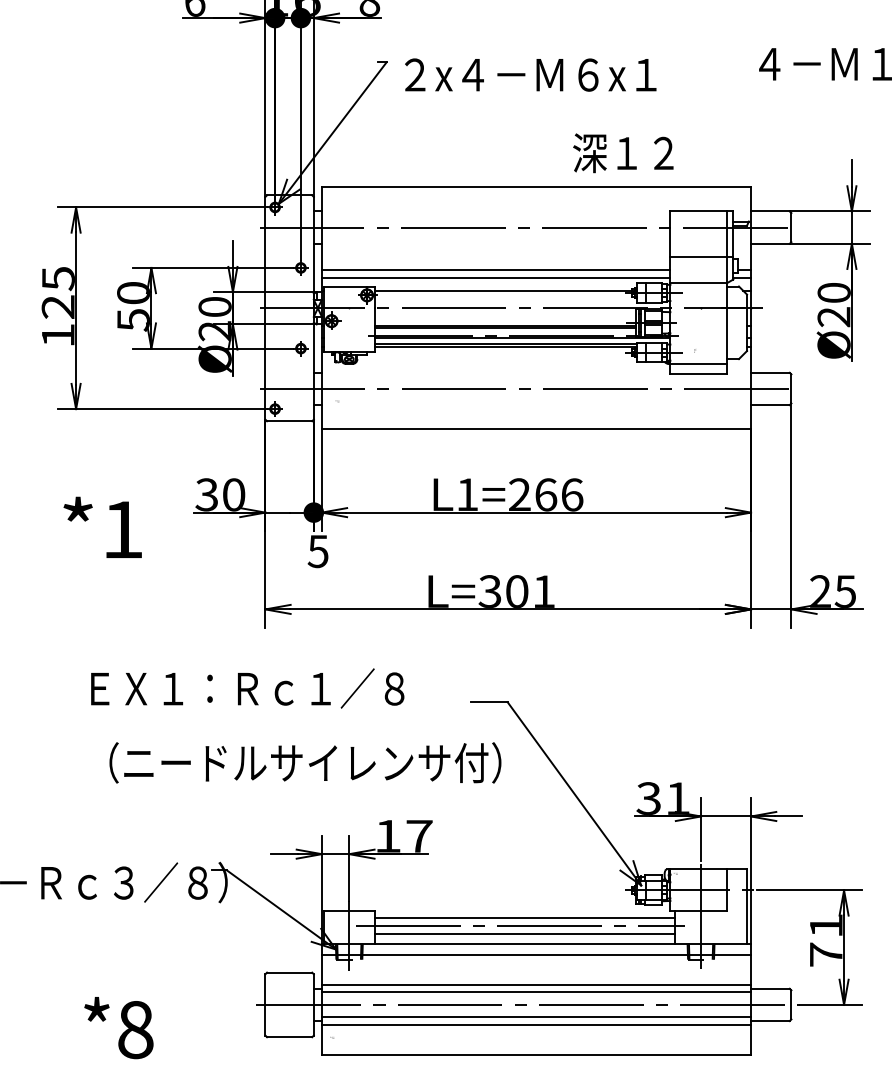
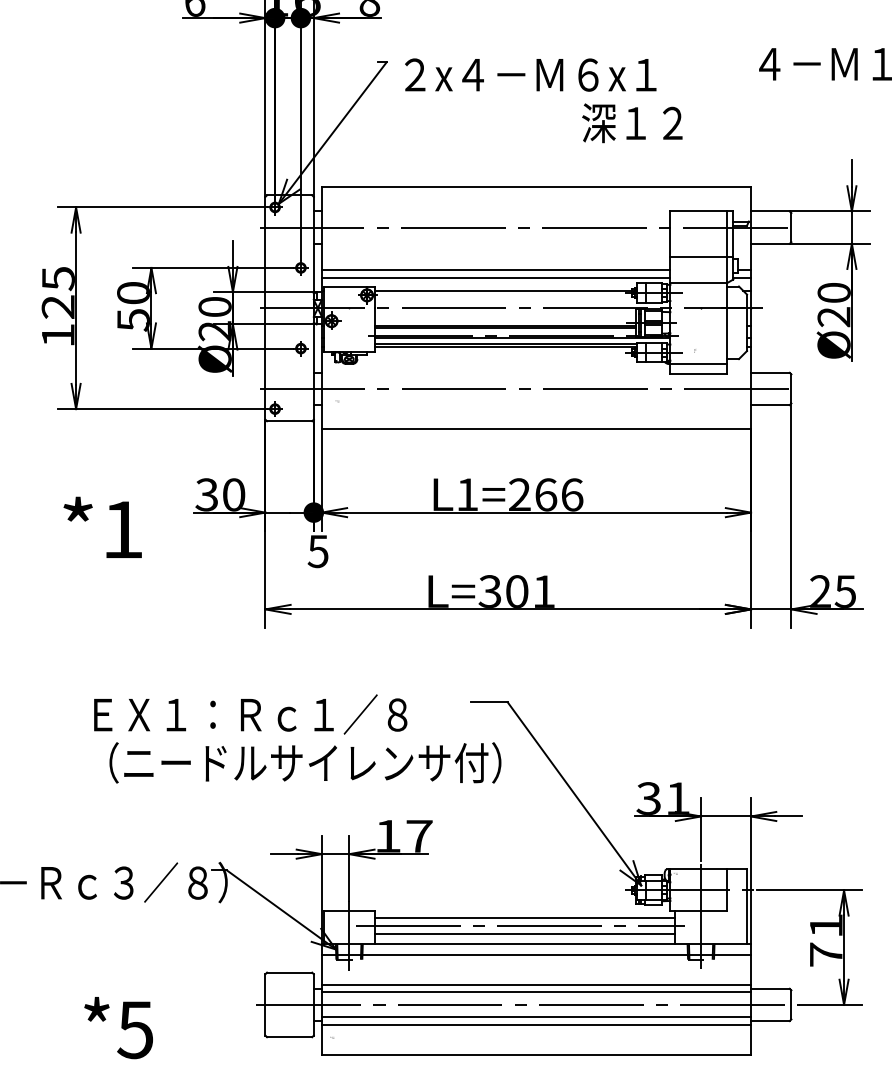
text at (623, 153) position: (623, 153) -> (632, 123)
text at (247, 688) position: (247, 688) -> (250, 714)
text at (135, 1030): *8 -> *5
